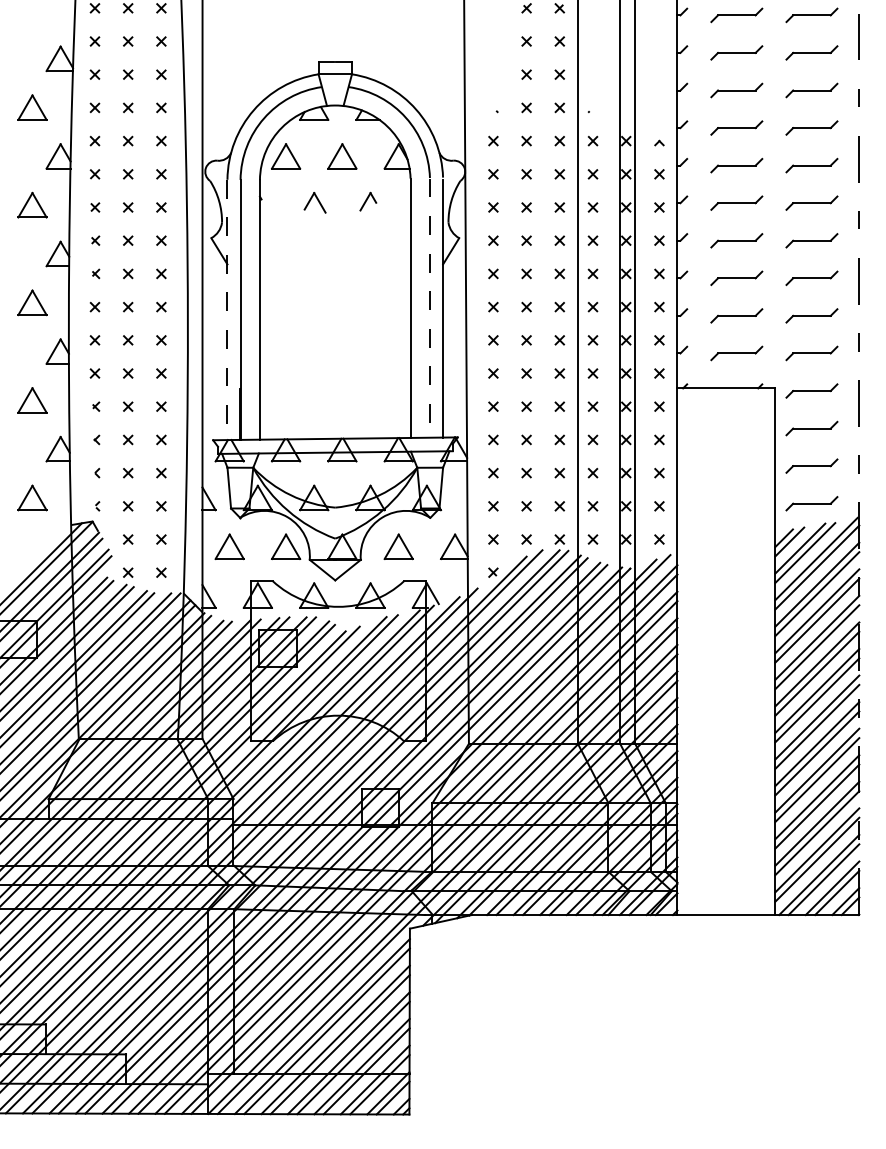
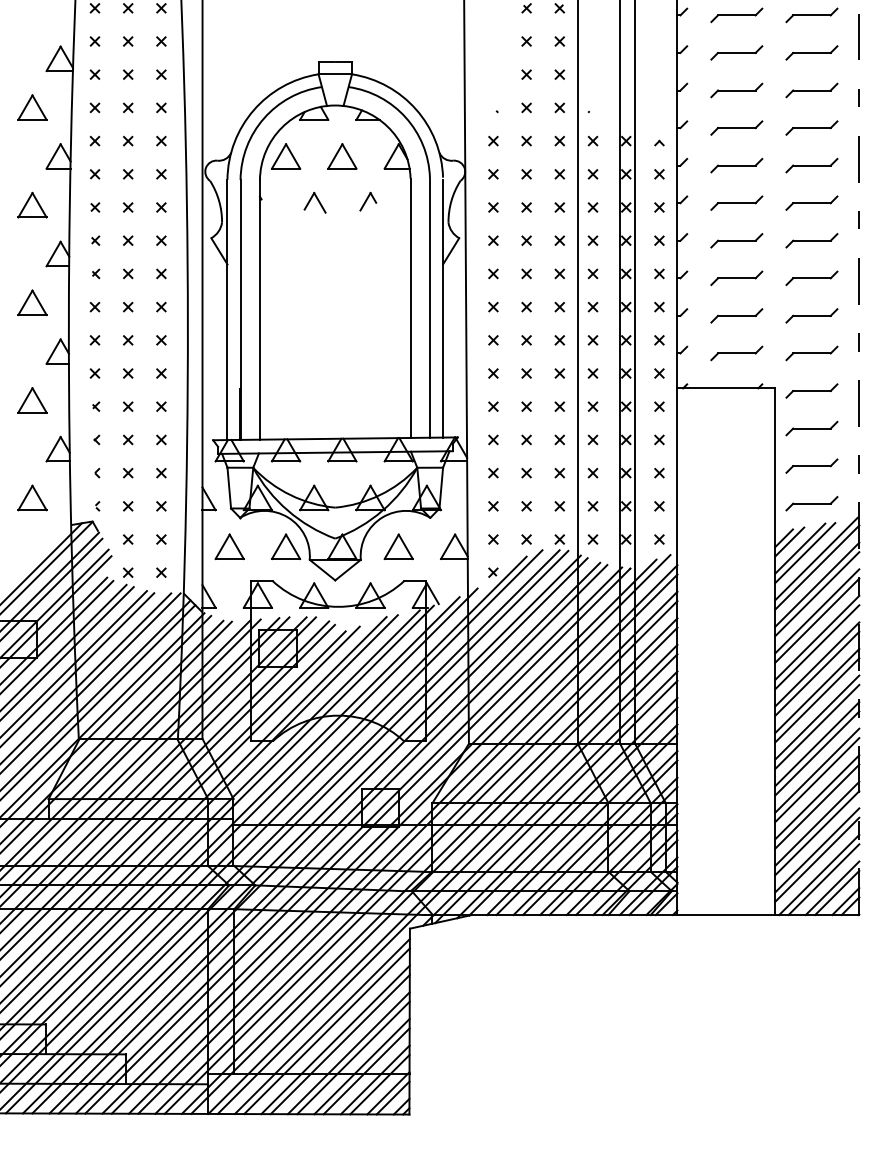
line at (429, 308): dashed -> solid
line at (227, 310): dashed -> solid
